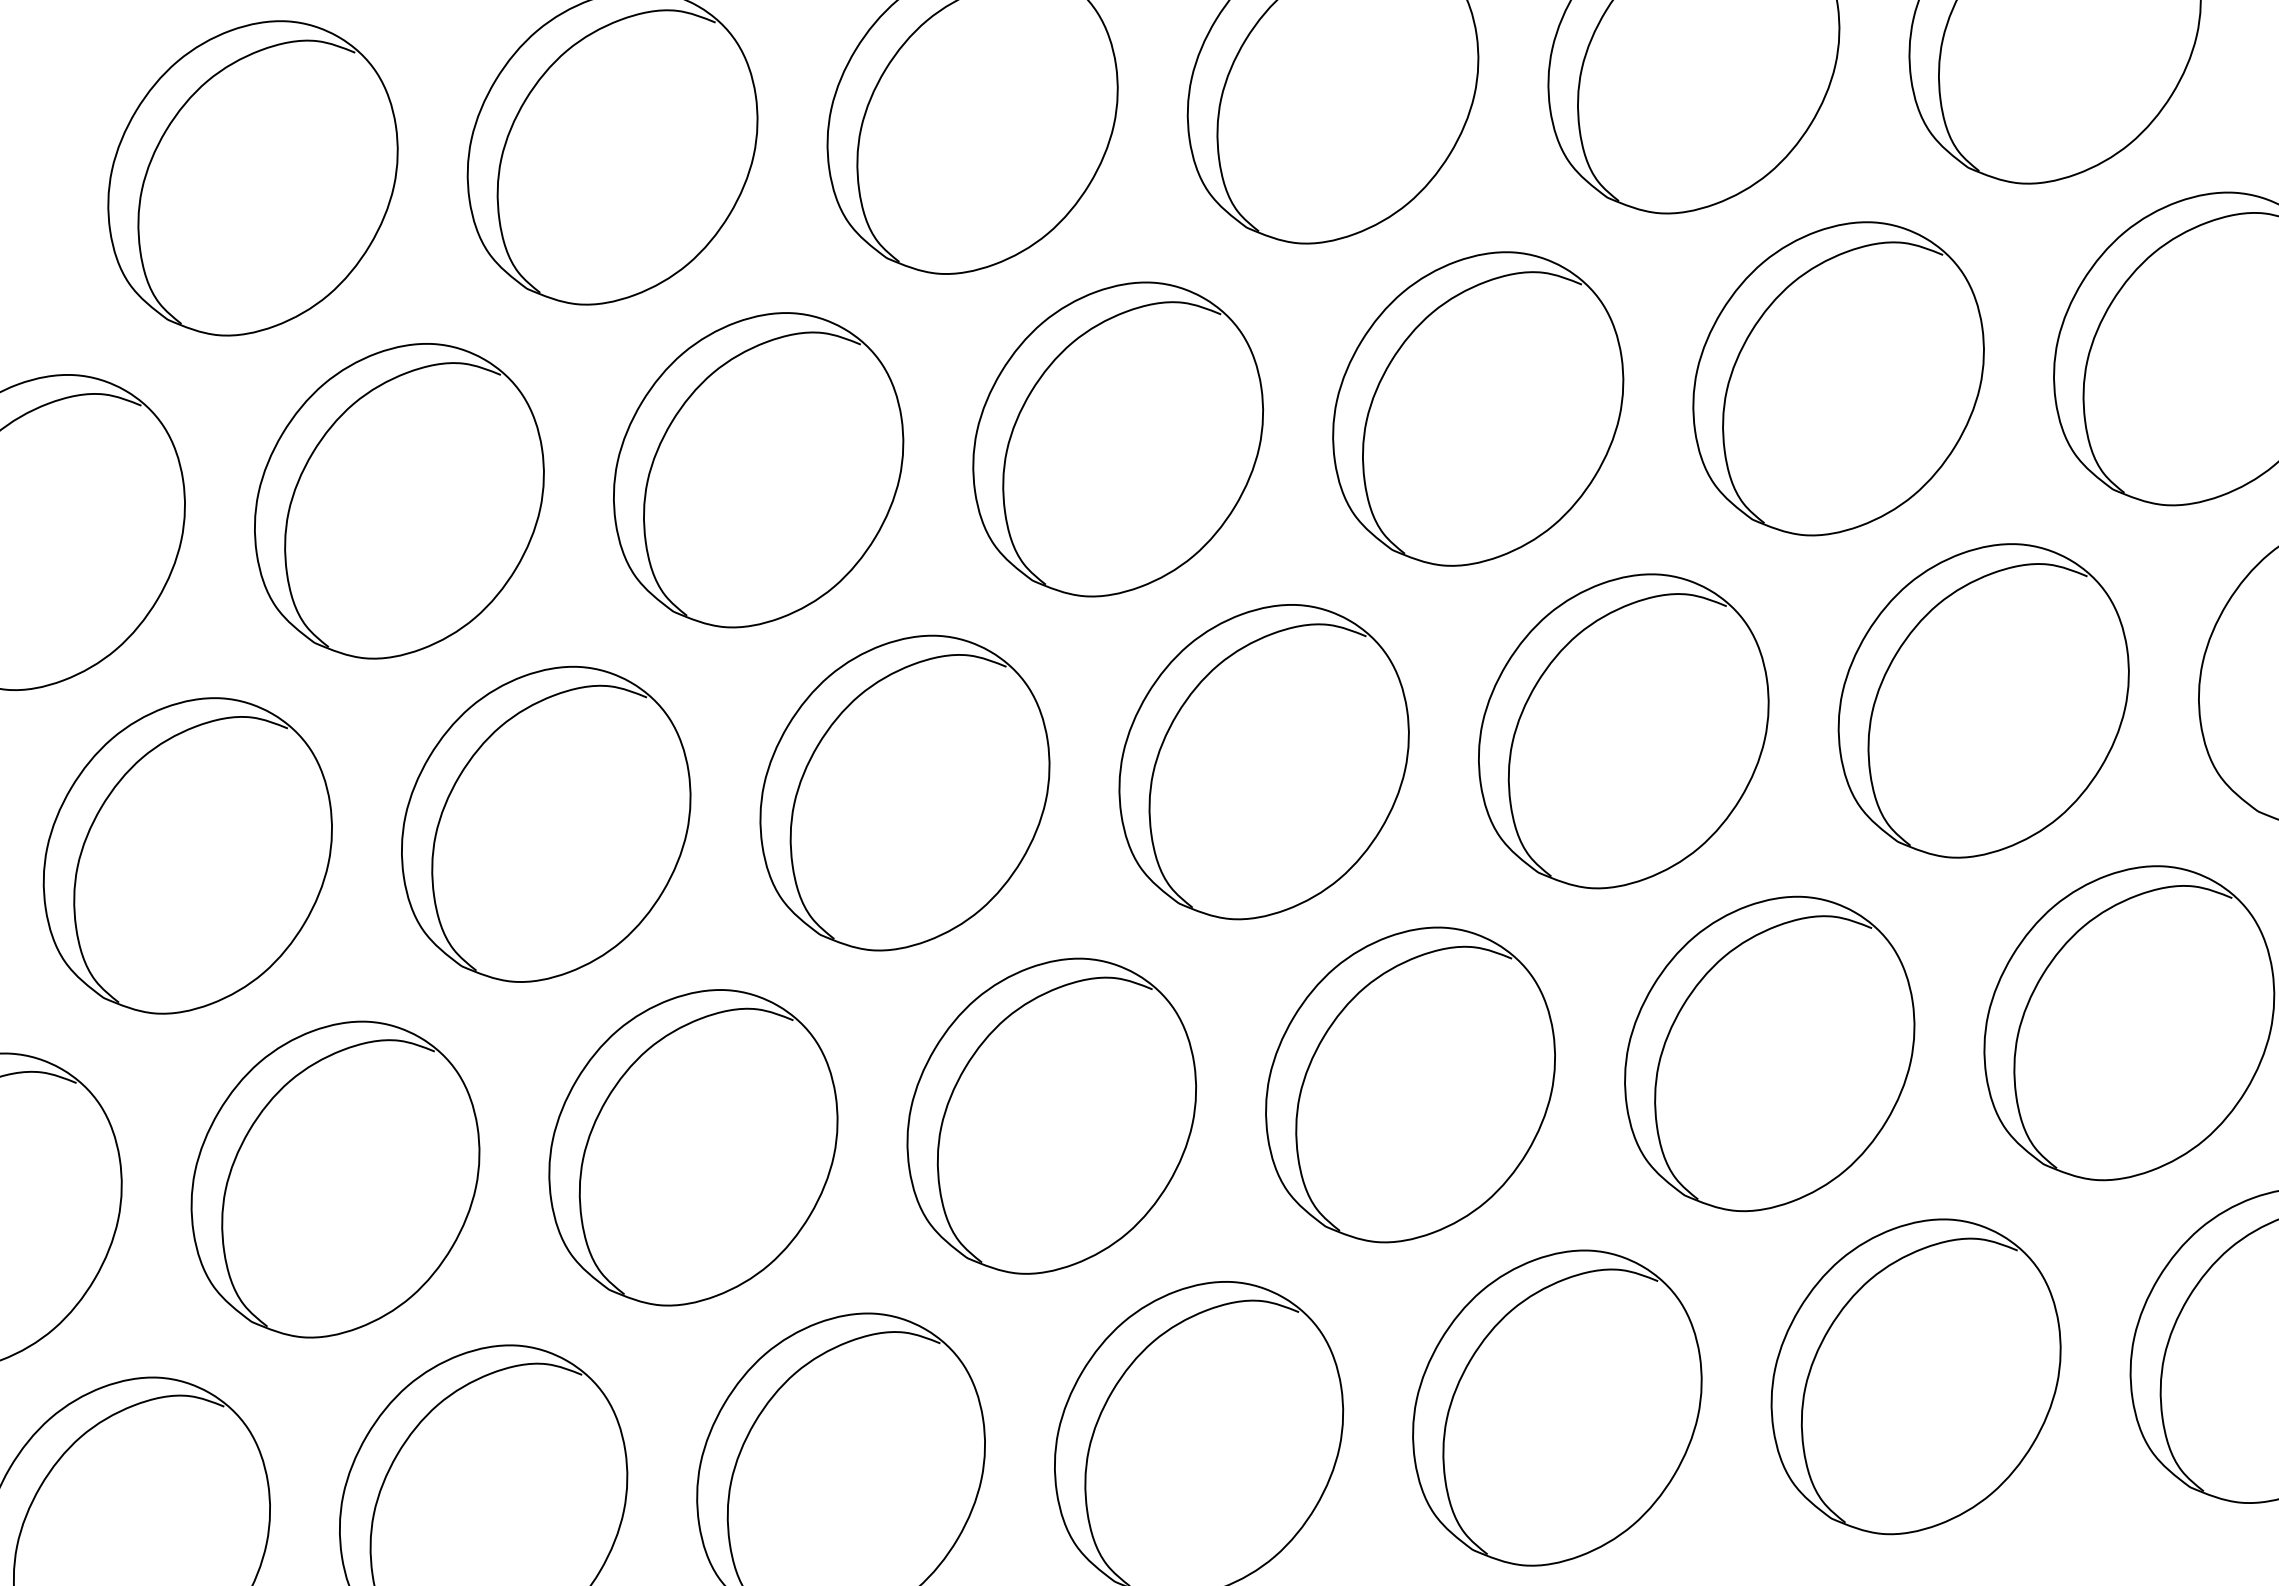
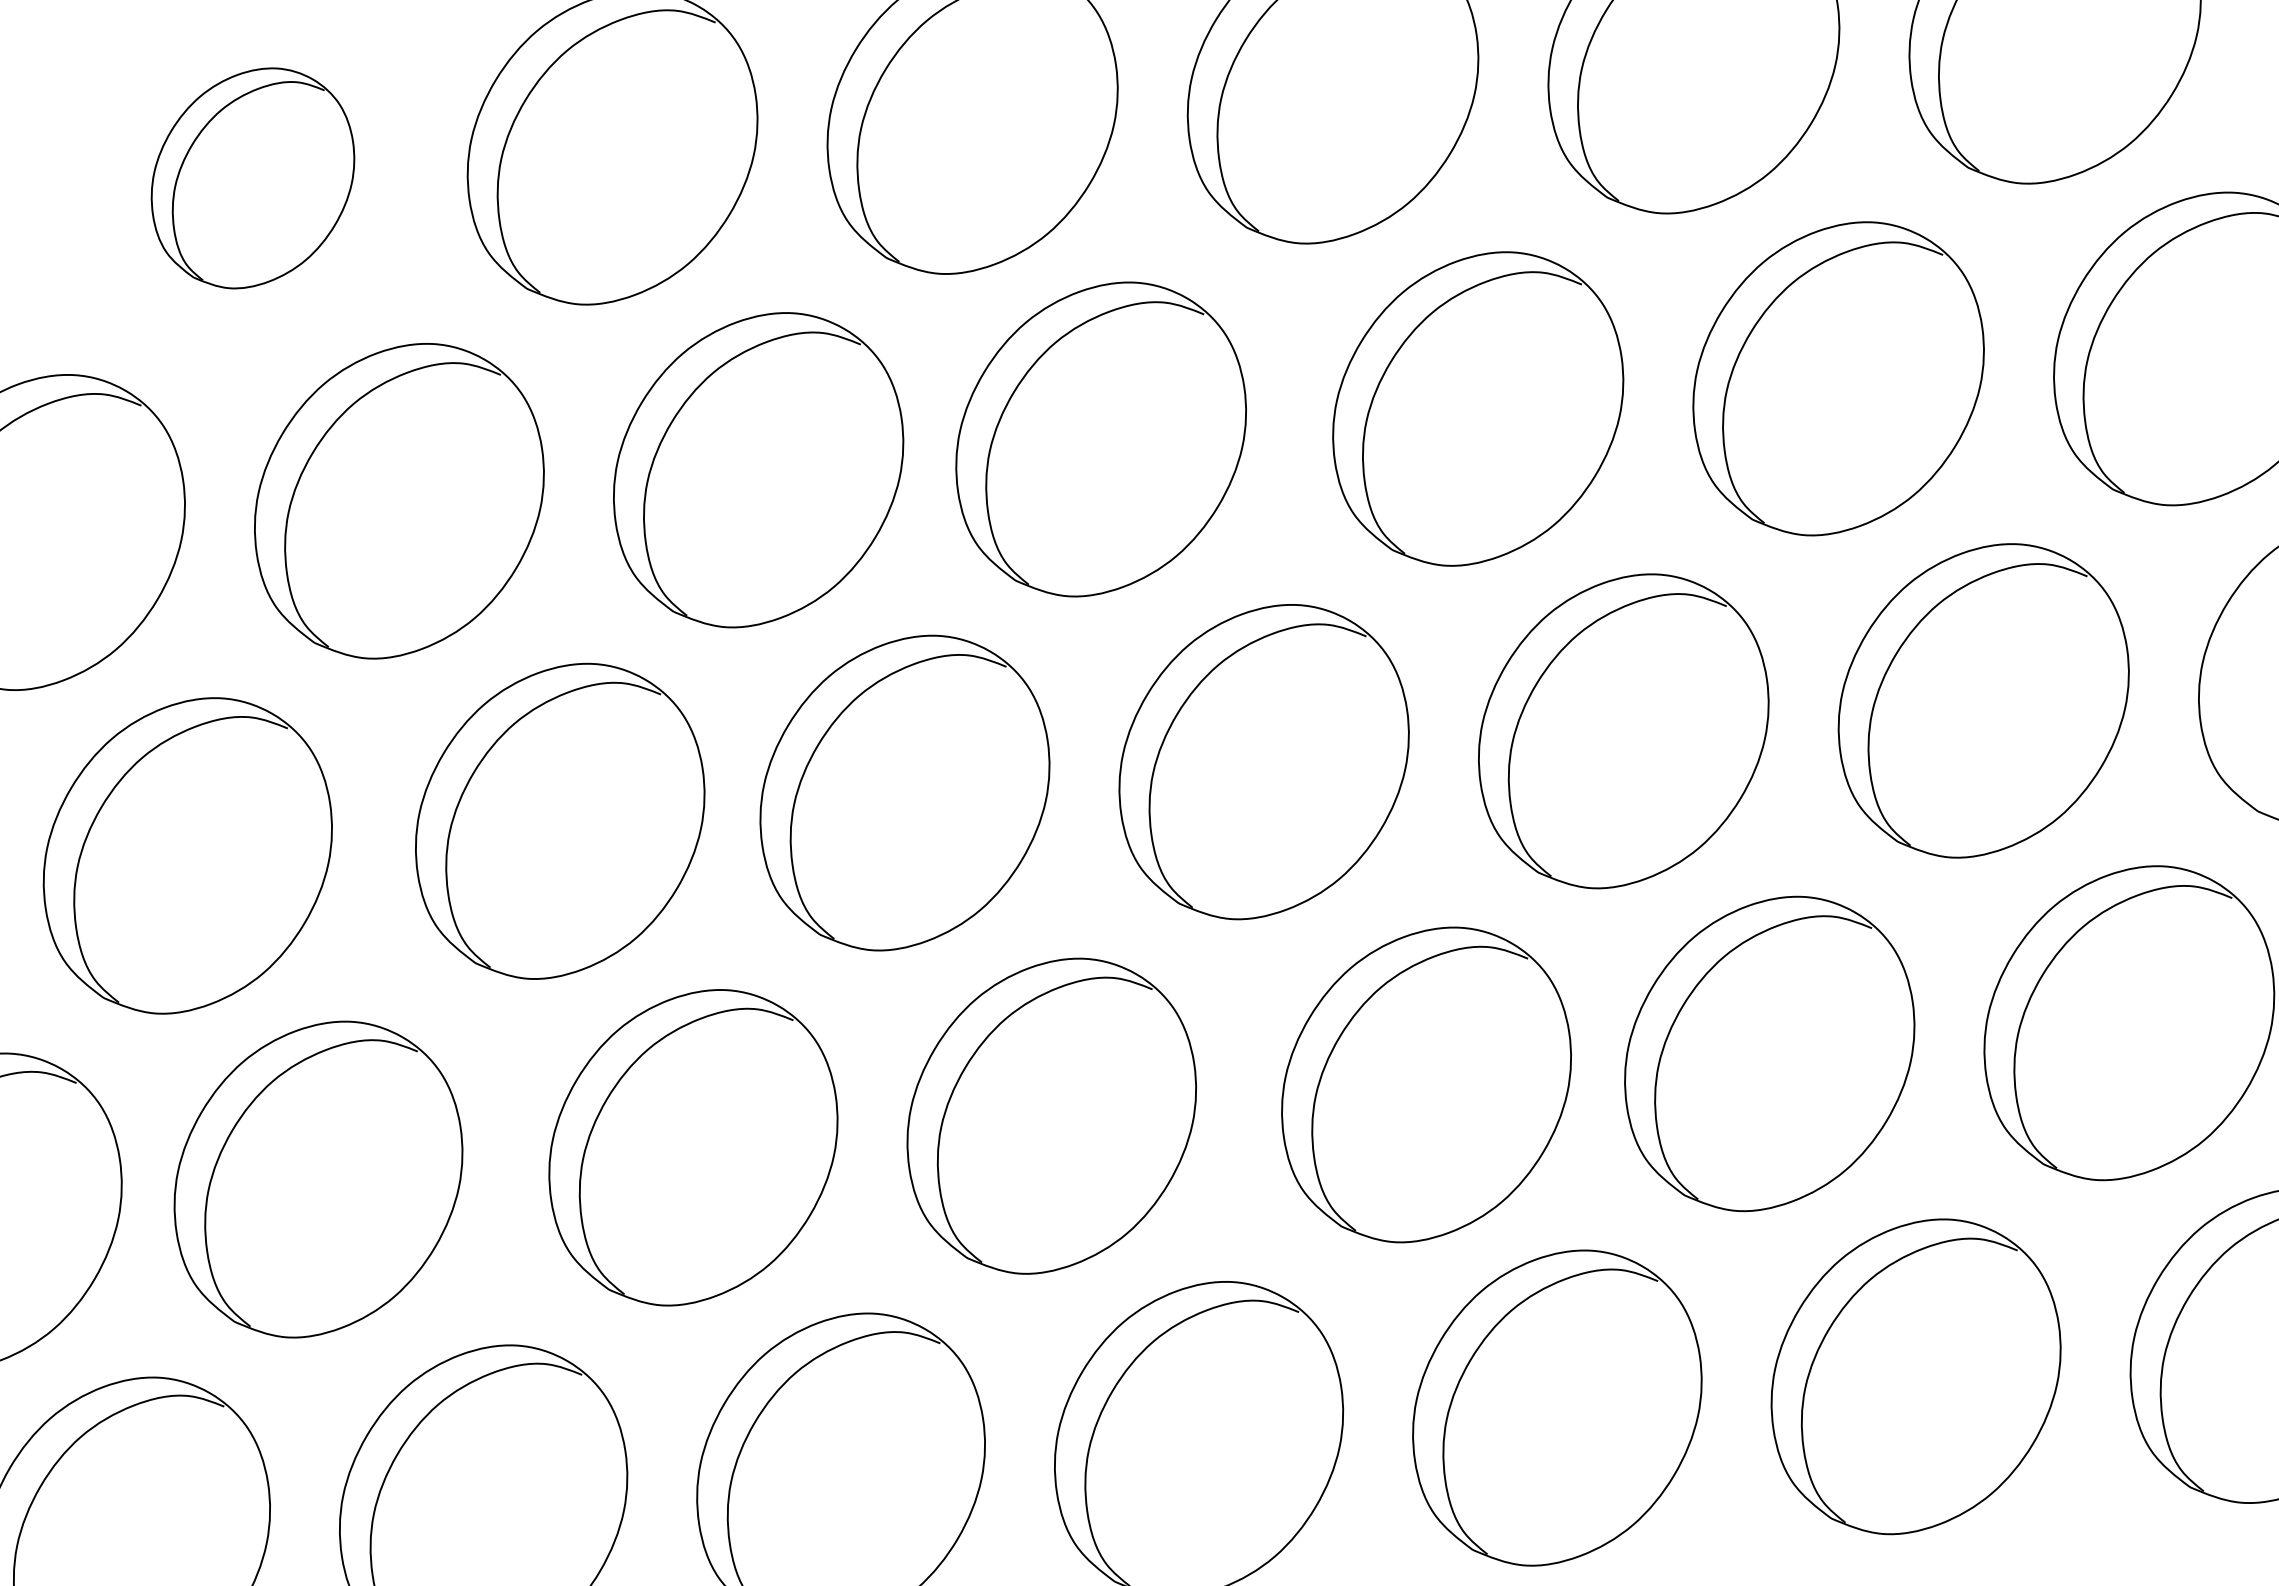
part at (252, 178) size: 292x317 px -> 206x223 px
part at (1117, 439) position: (1117, 439) -> (1100, 439)
part at (546, 823) position: (546, 823) -> (560, 820)
part at (1410, 1084) position: (1410, 1084) -> (1426, 1084)
part at (335, 1179) position: (335, 1179) -> (318, 1179)
